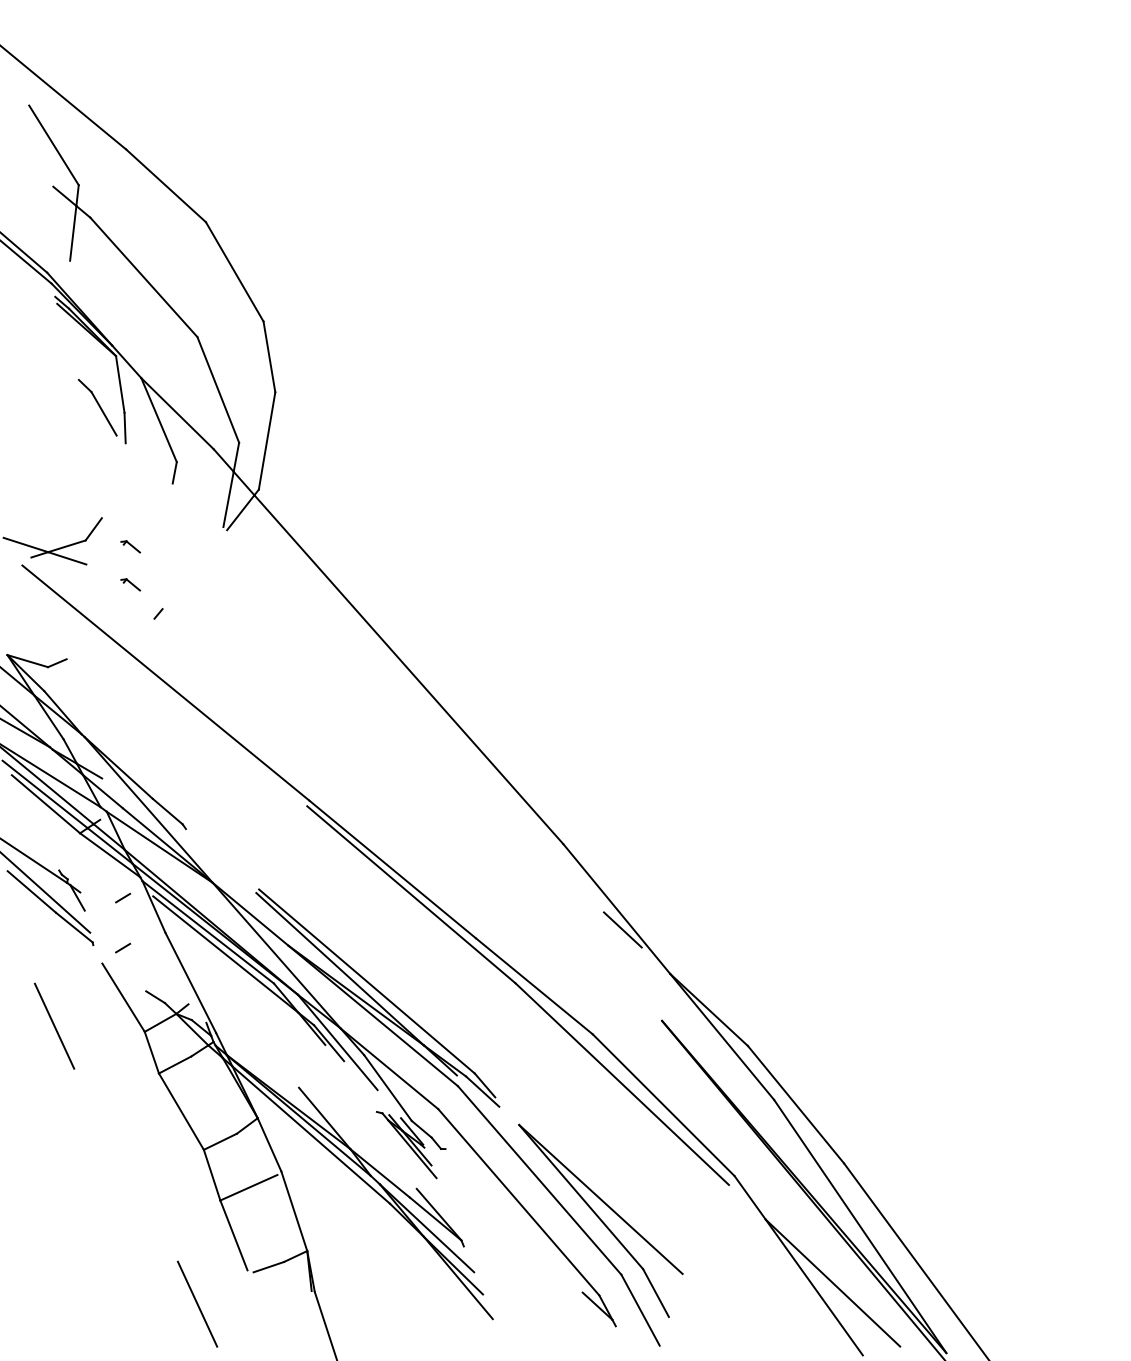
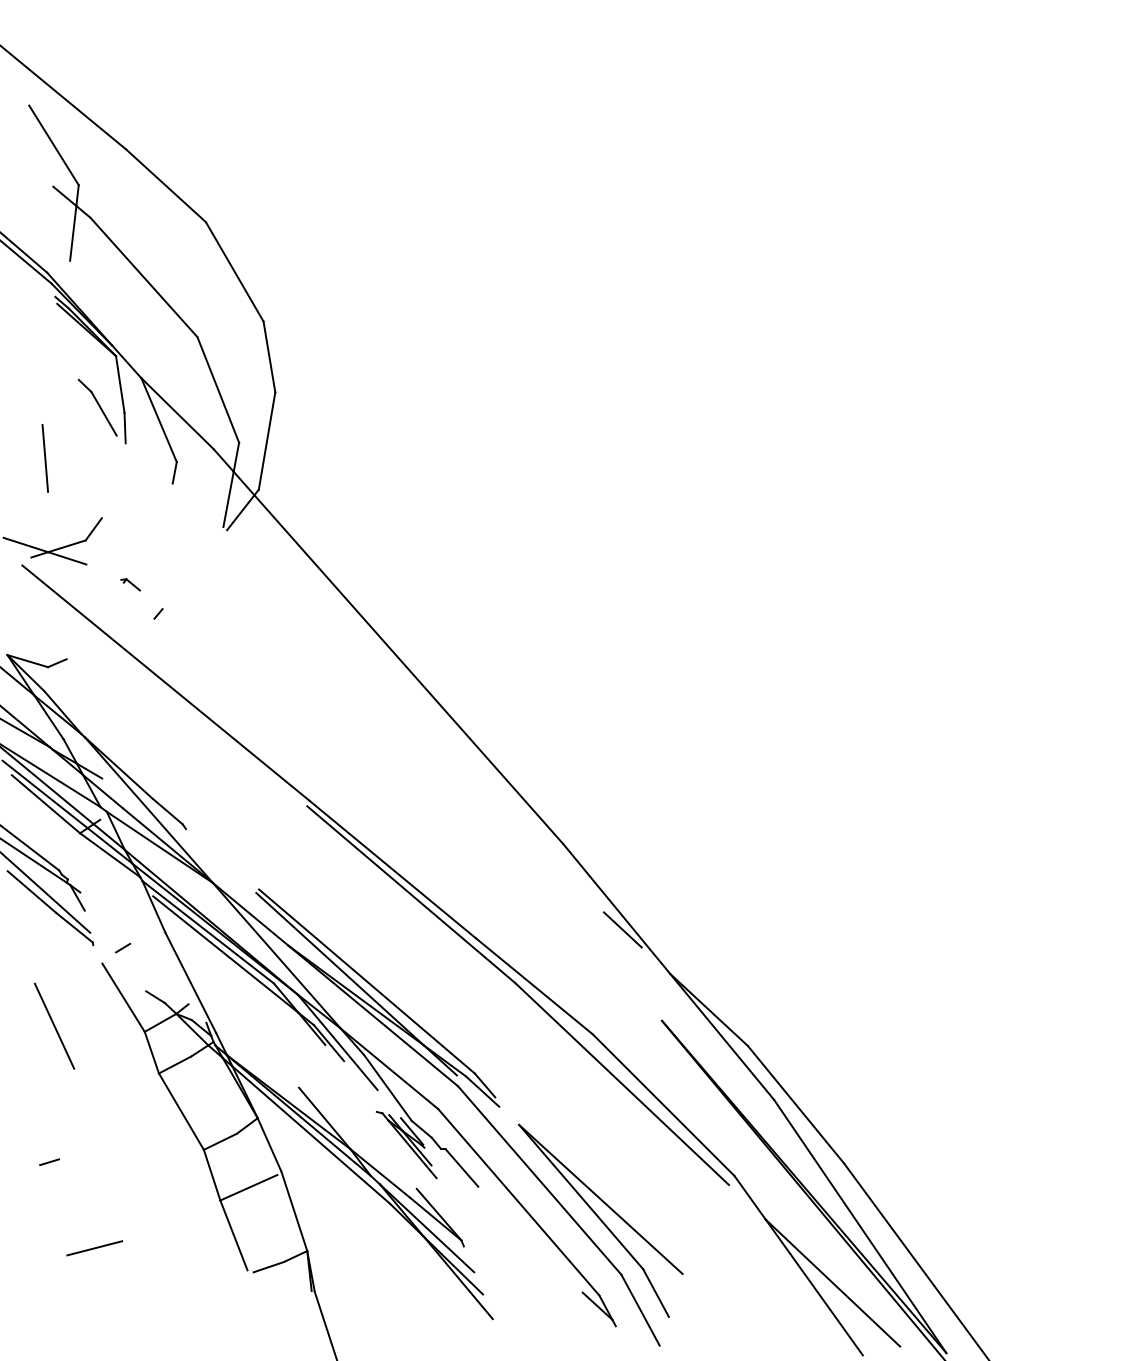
line at (45, 457): none -> present
part at (130, 546): present -> none
line at (30, 848): none -> present
line at (123, 897): present -> none
line at (49, 1162): none -> present
line at (461, 1167): none -> present
line at (94, 1248): none -> present
line at (197, 1303): present -> none
